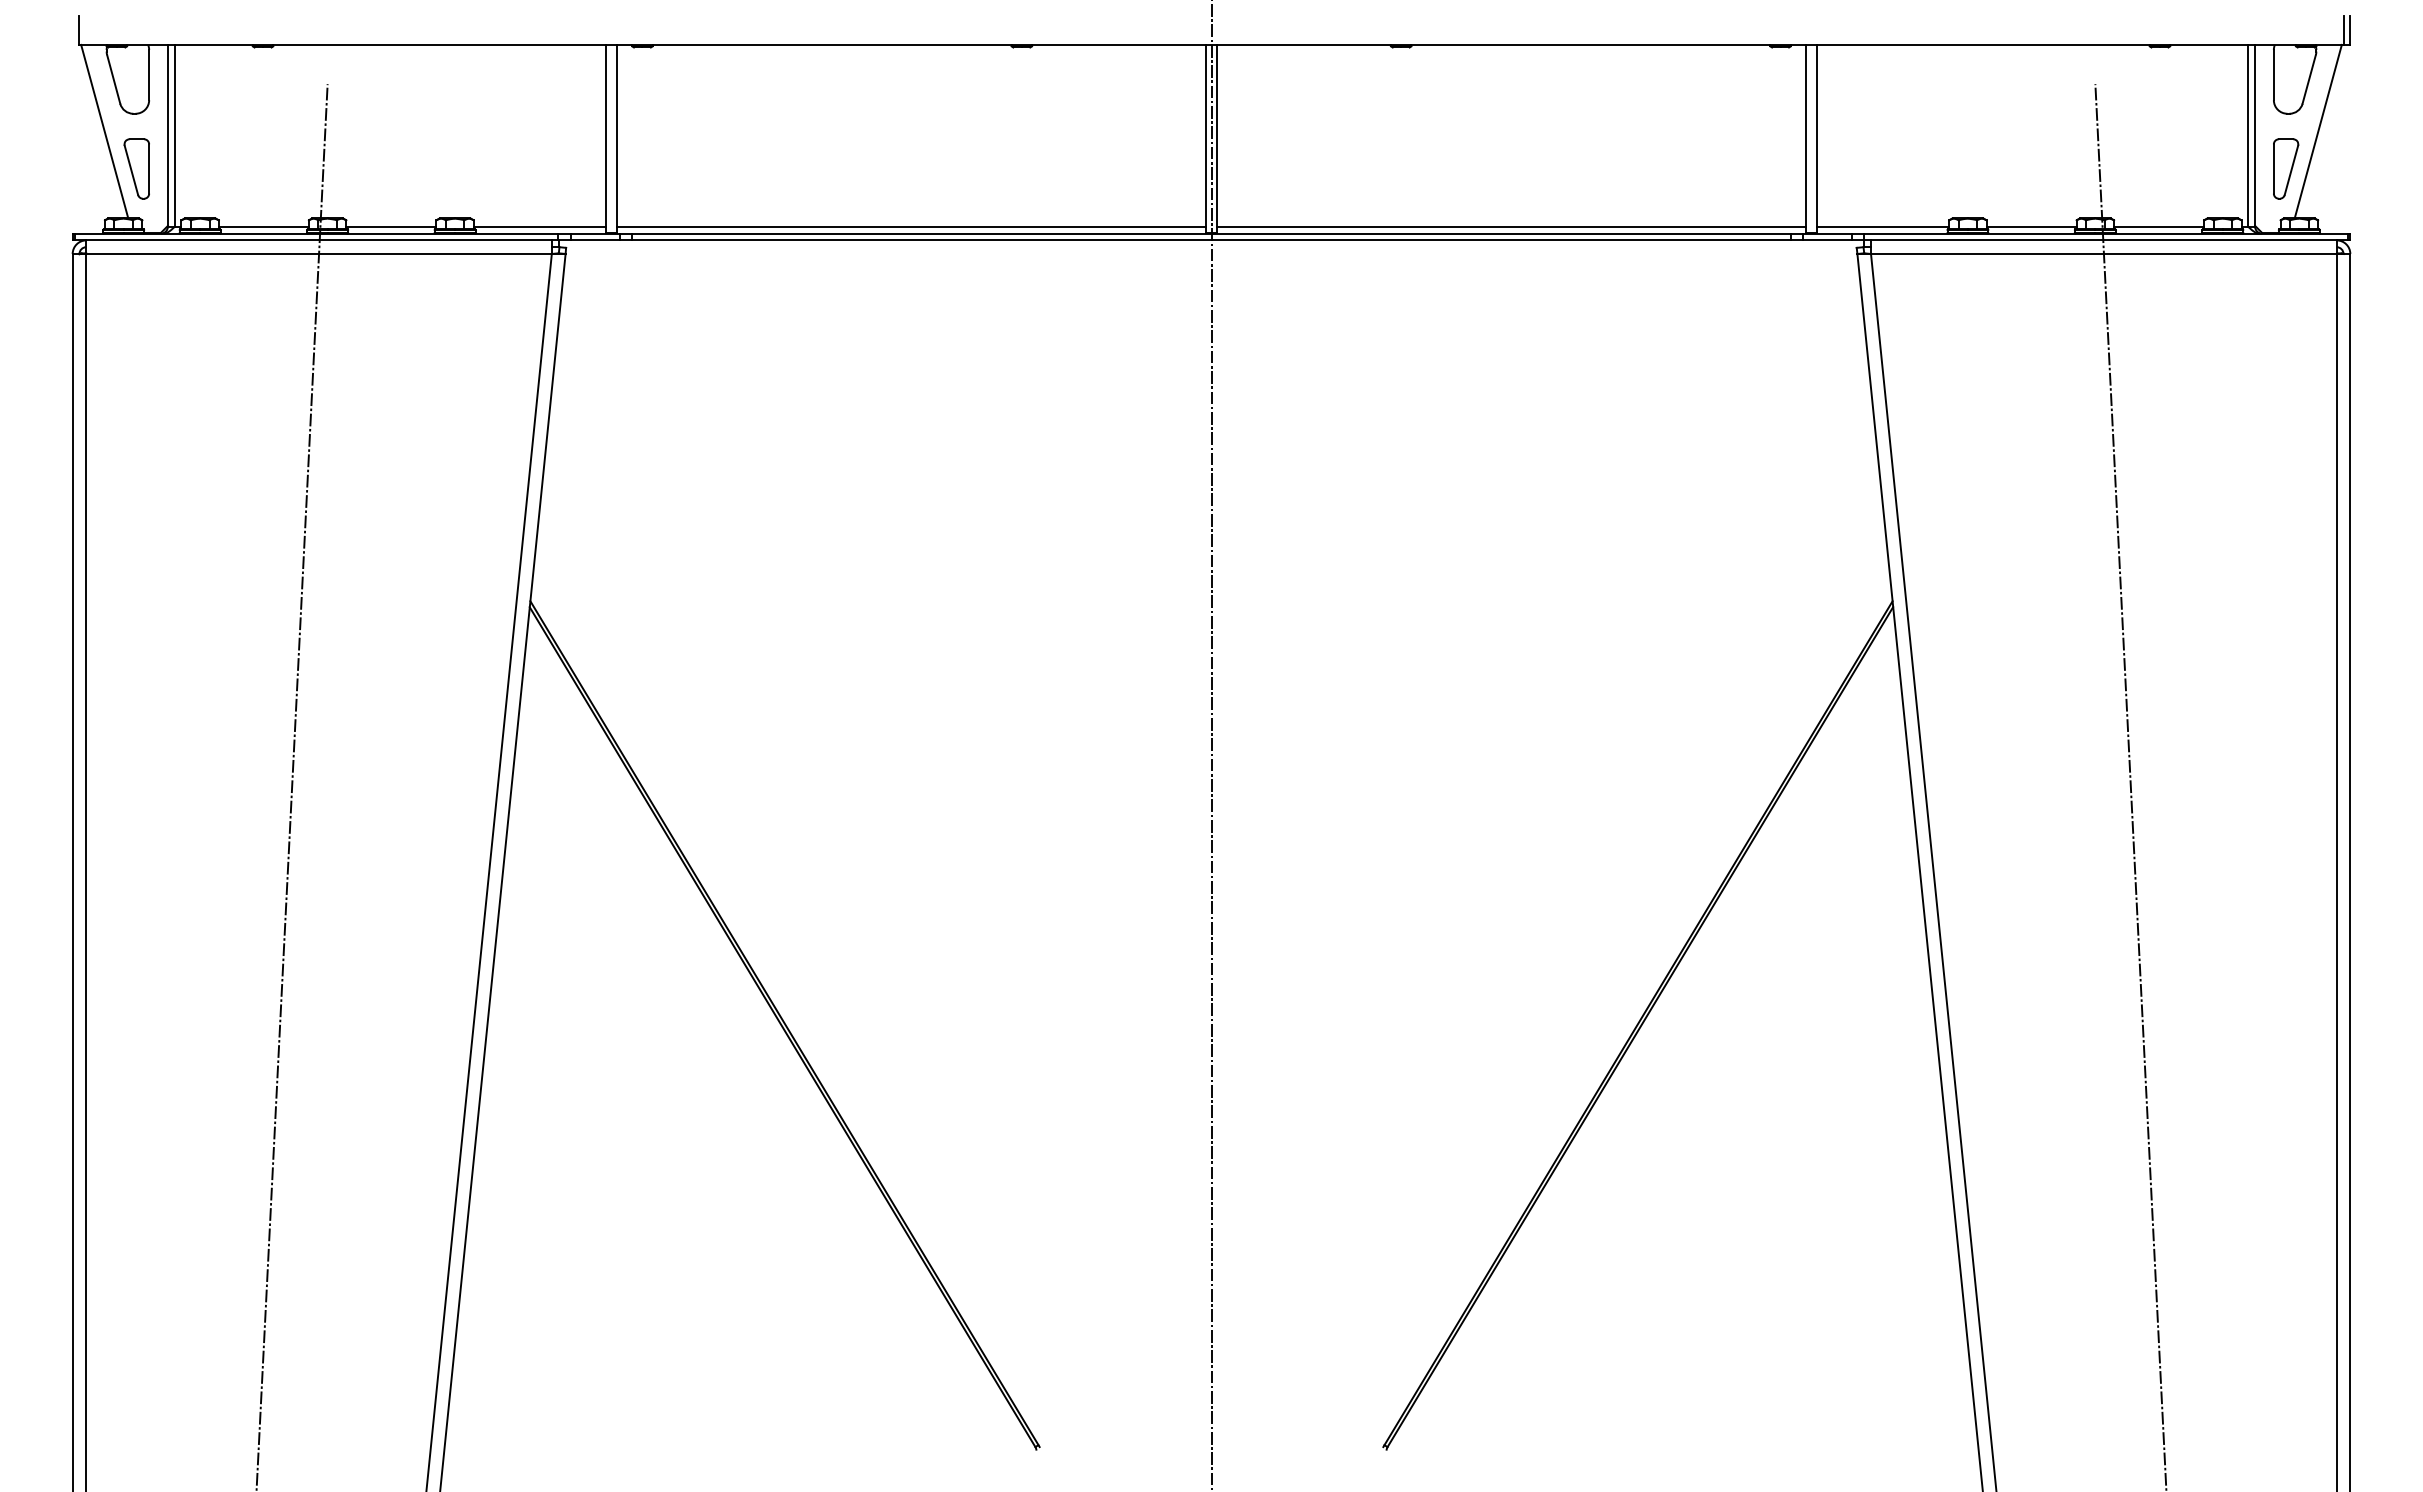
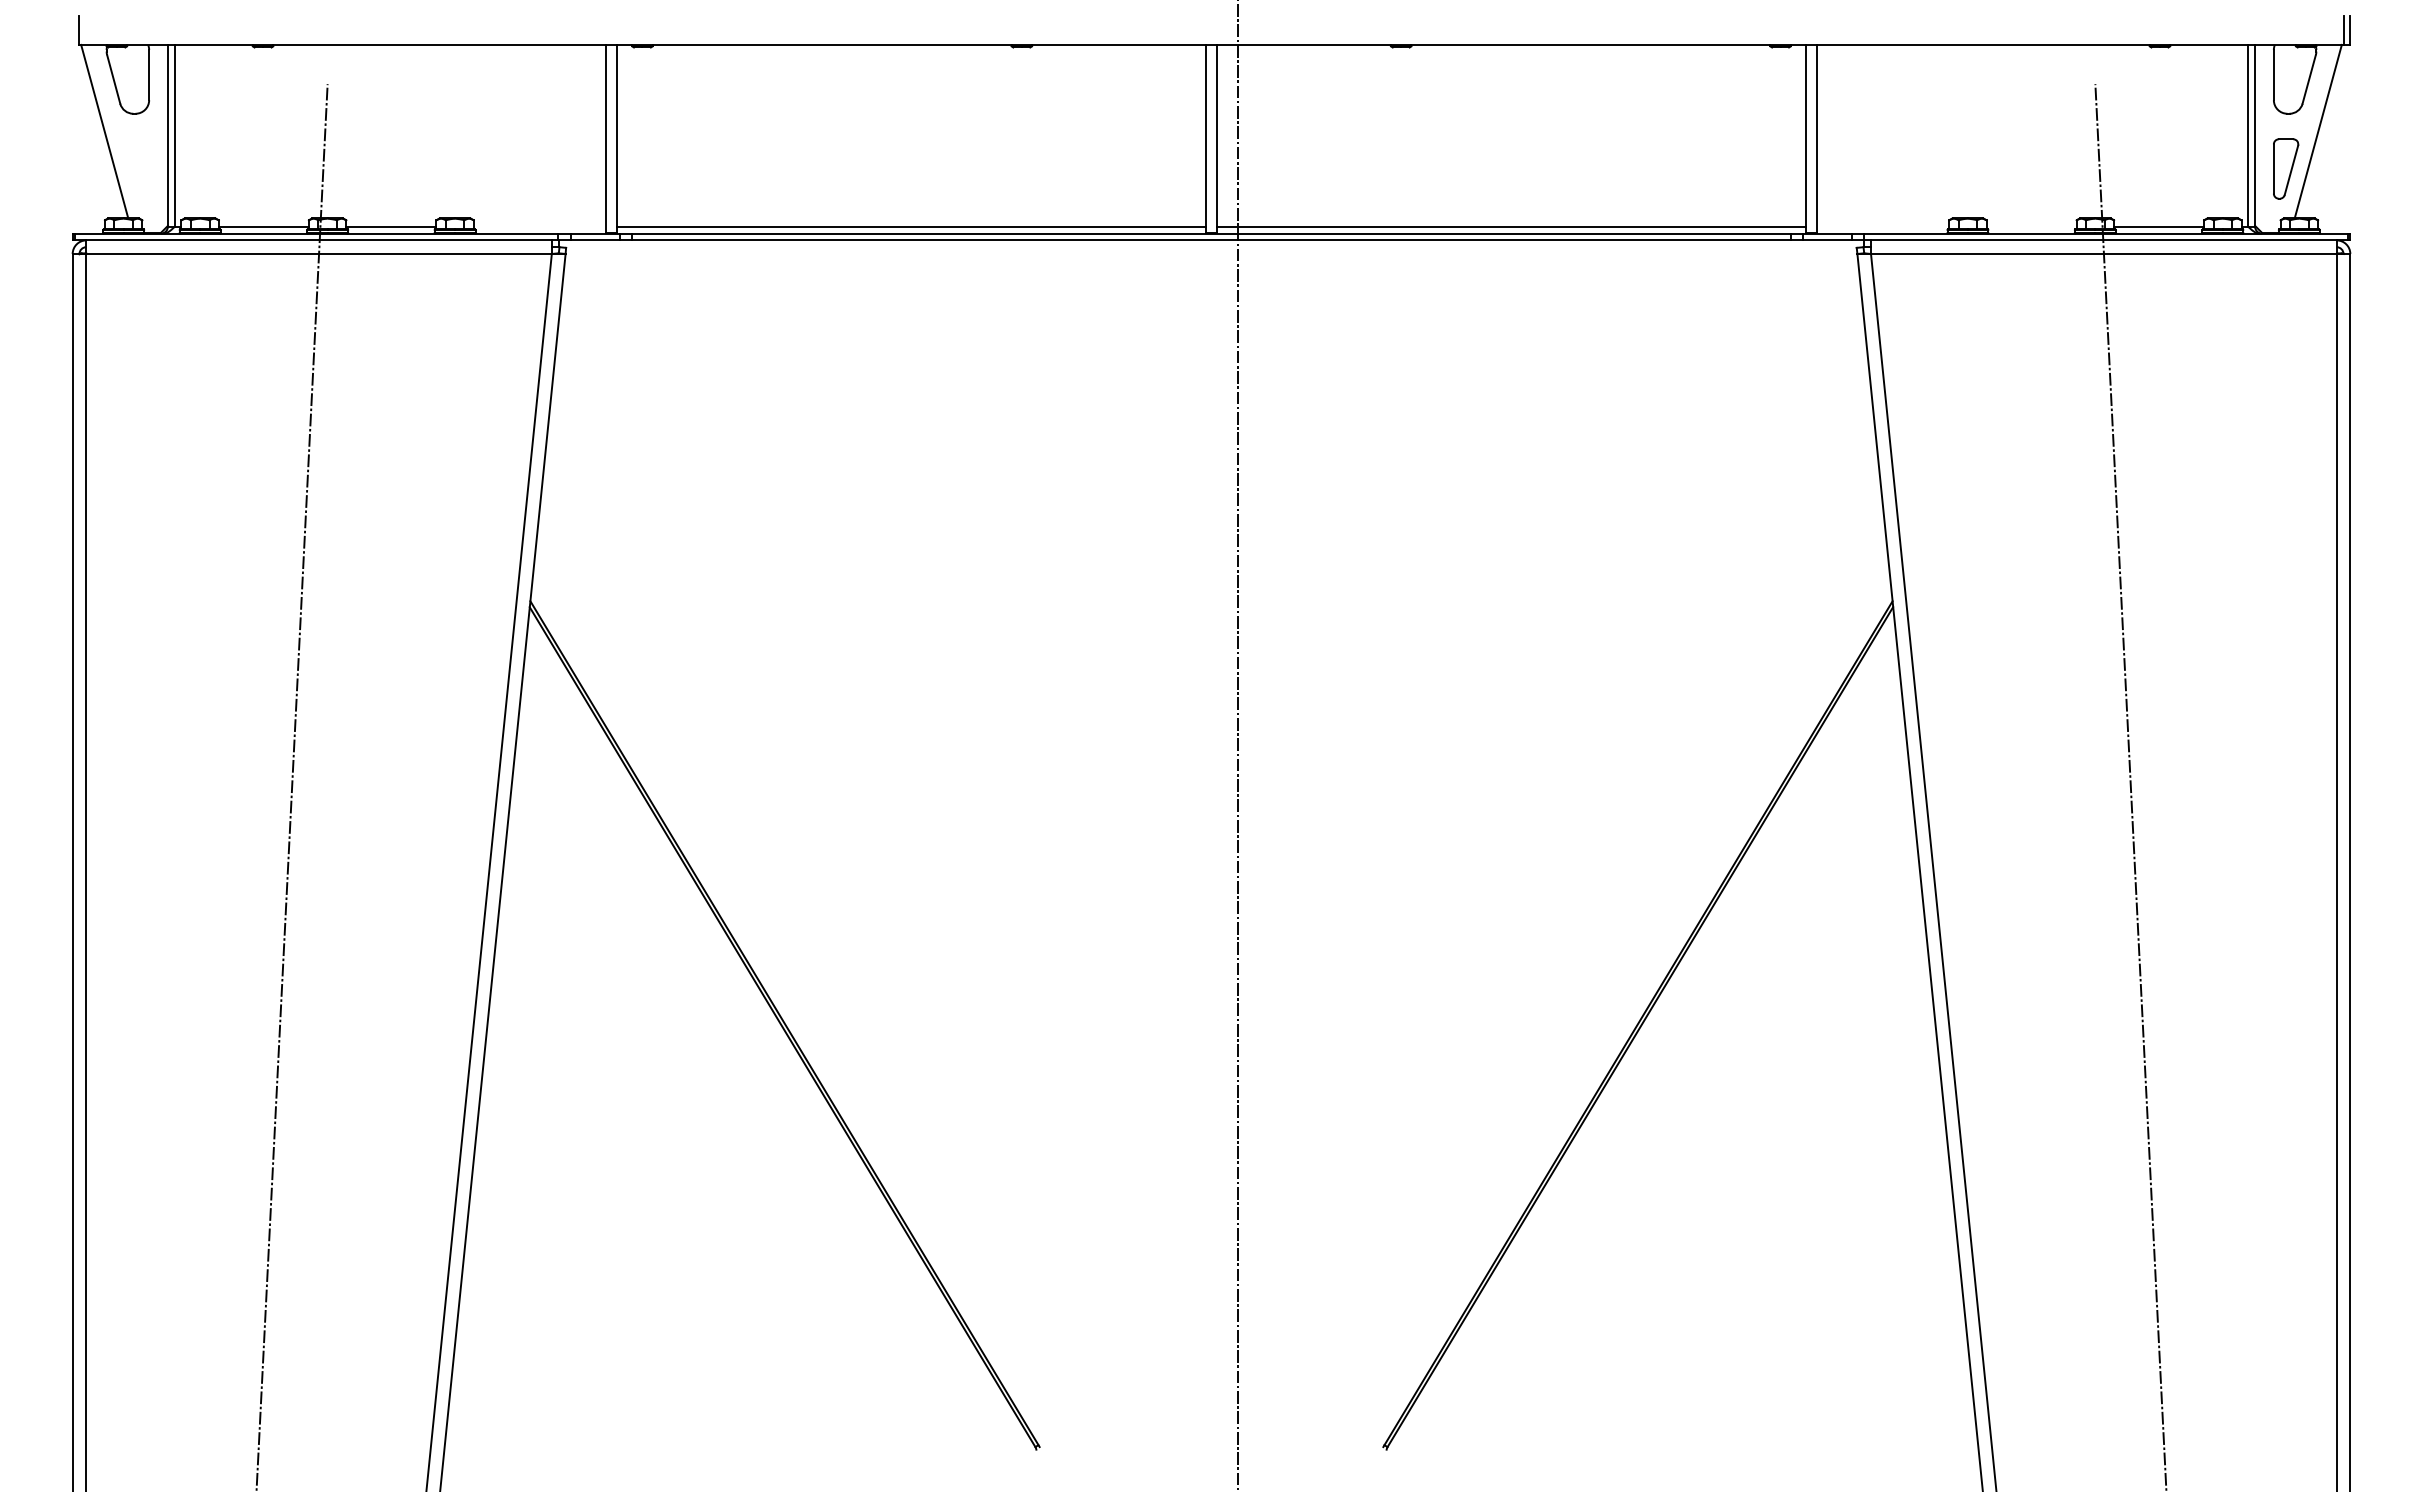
part at (136, 168): present -> none
line at (539, 226): present -> none
line at (1882, 226): present -> none
line at (2031, 226): present -> none
line at (1211, 745) position: (1211, 745) -> (1237, 745)
